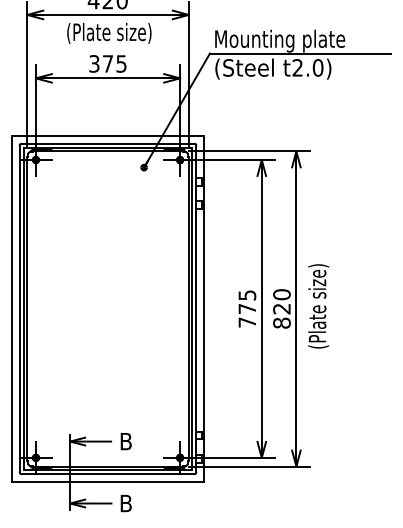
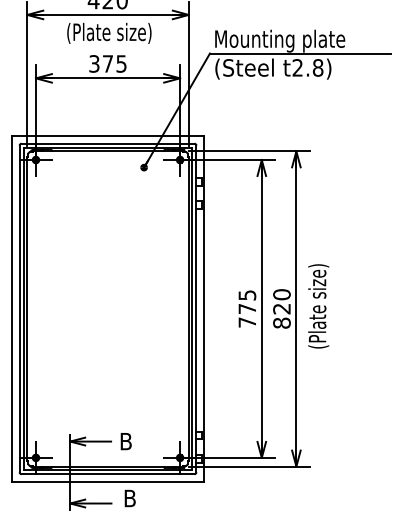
text at (317, 67): t2.0) -> t2.8)
text at (125, 503) position: (125, 503) -> (129, 498)
